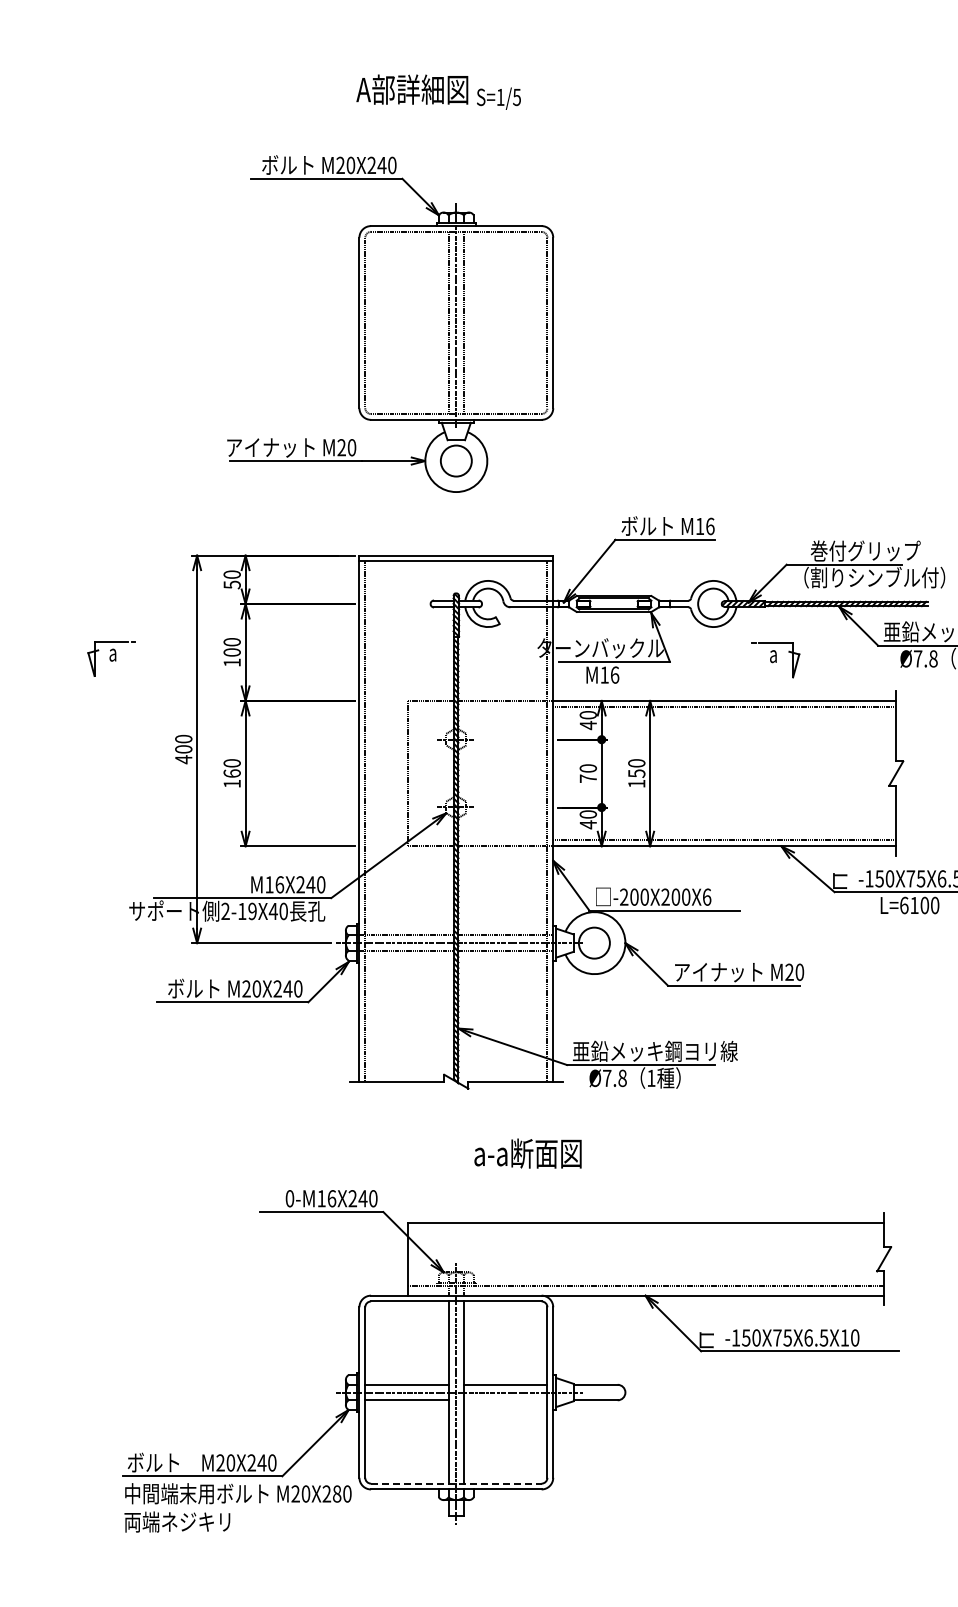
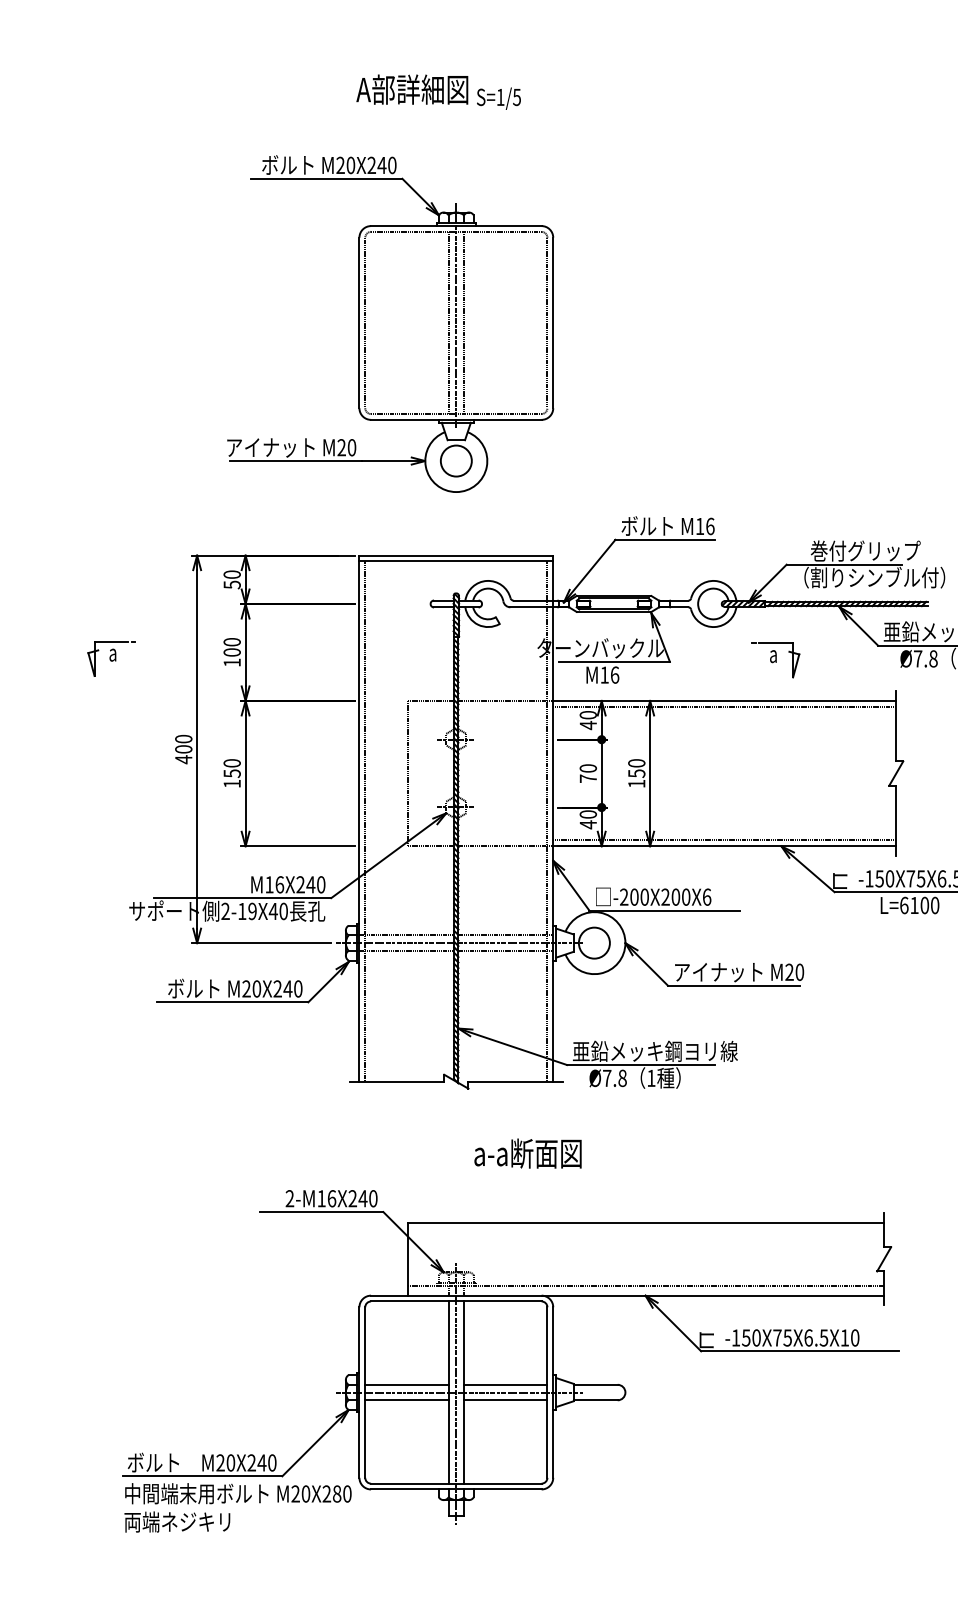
text at (231, 773): 160 -> 150
text at (289, 1198): 0-M16X240 -> 2-M16X240
line at (505, 1400): none -> present
line at (456, 1483): dashed -> solid
